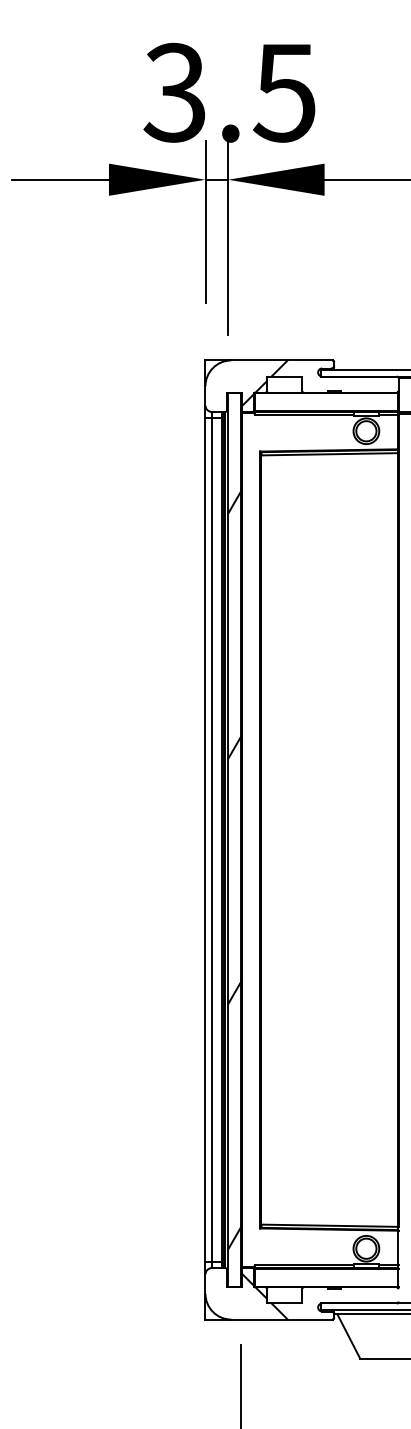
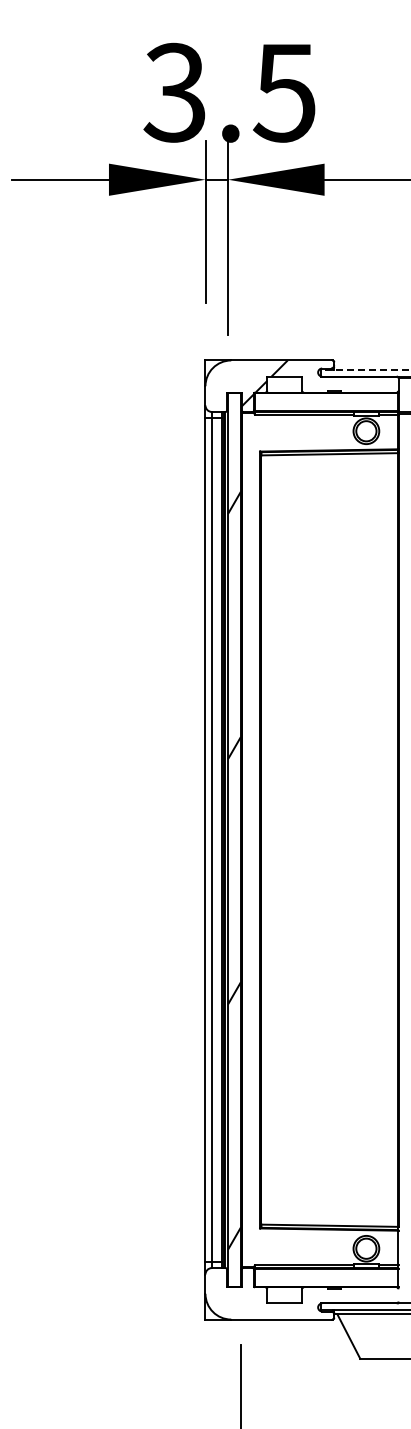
line at (365, 370): solid -> dashed
hatch at (264, 1296): present -> none
